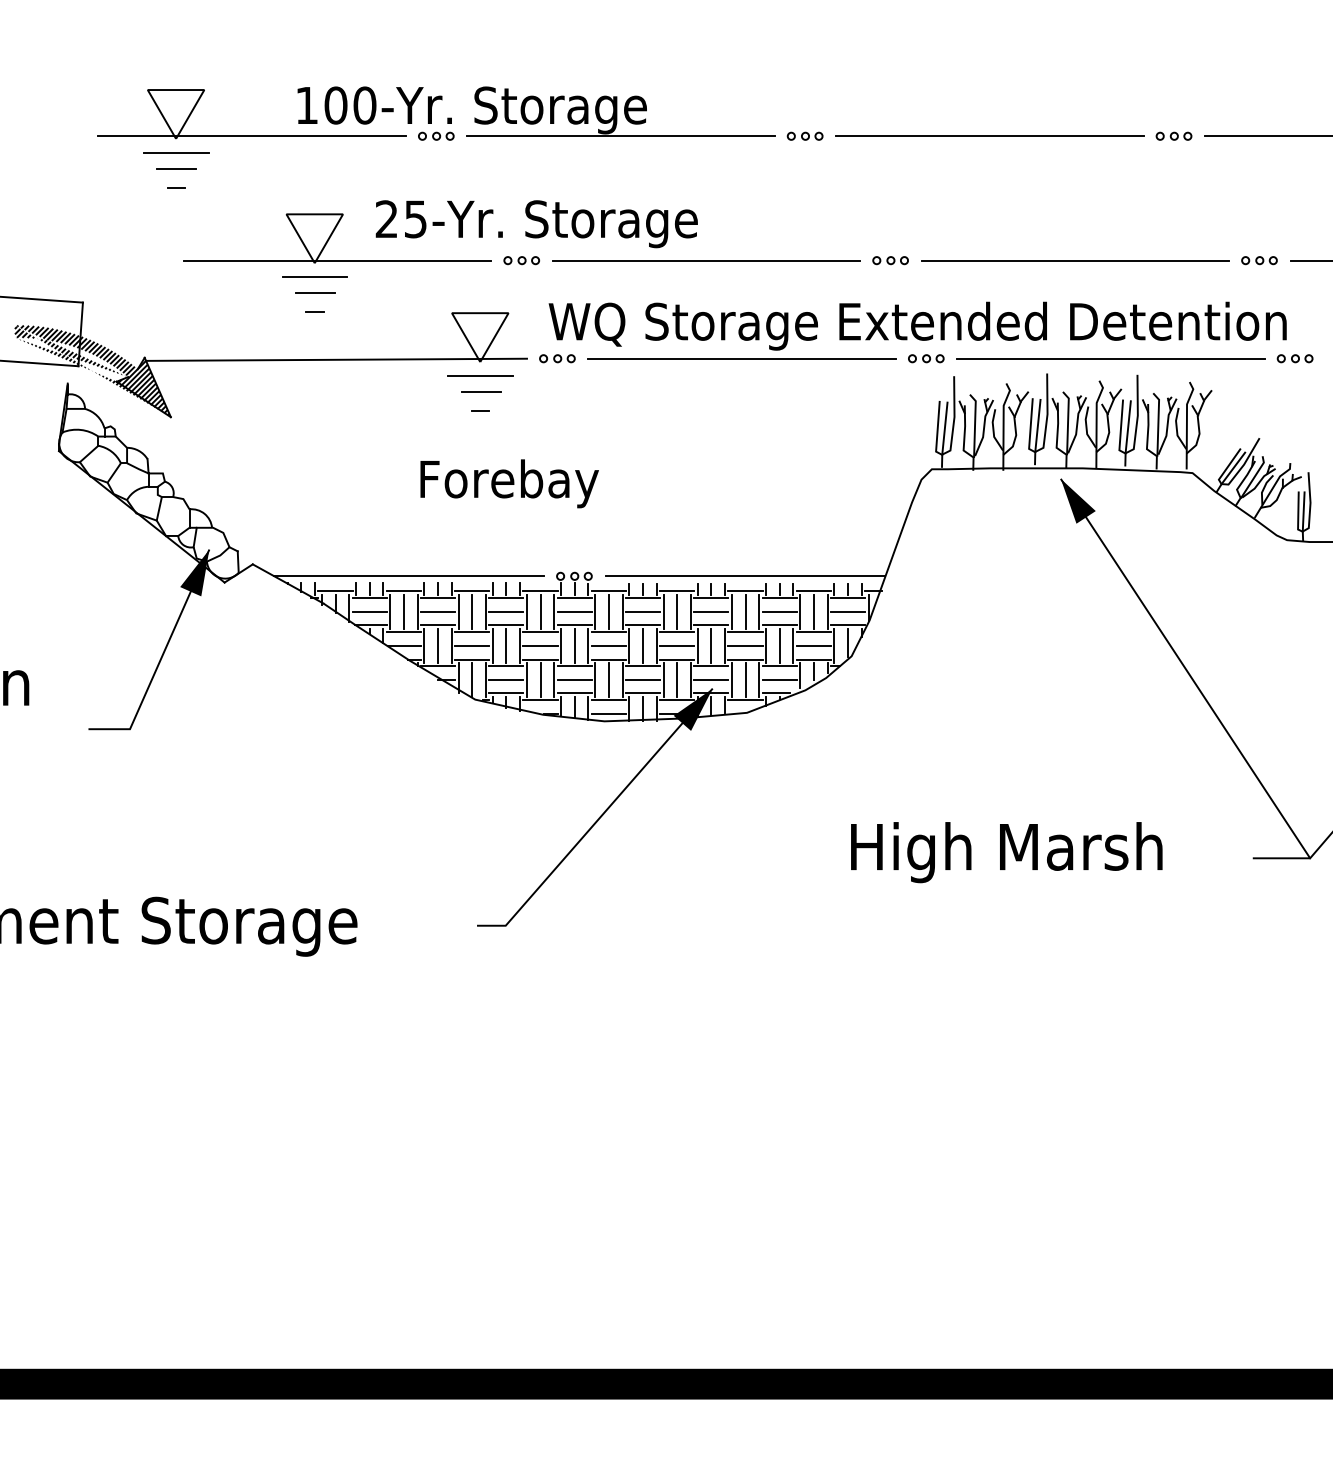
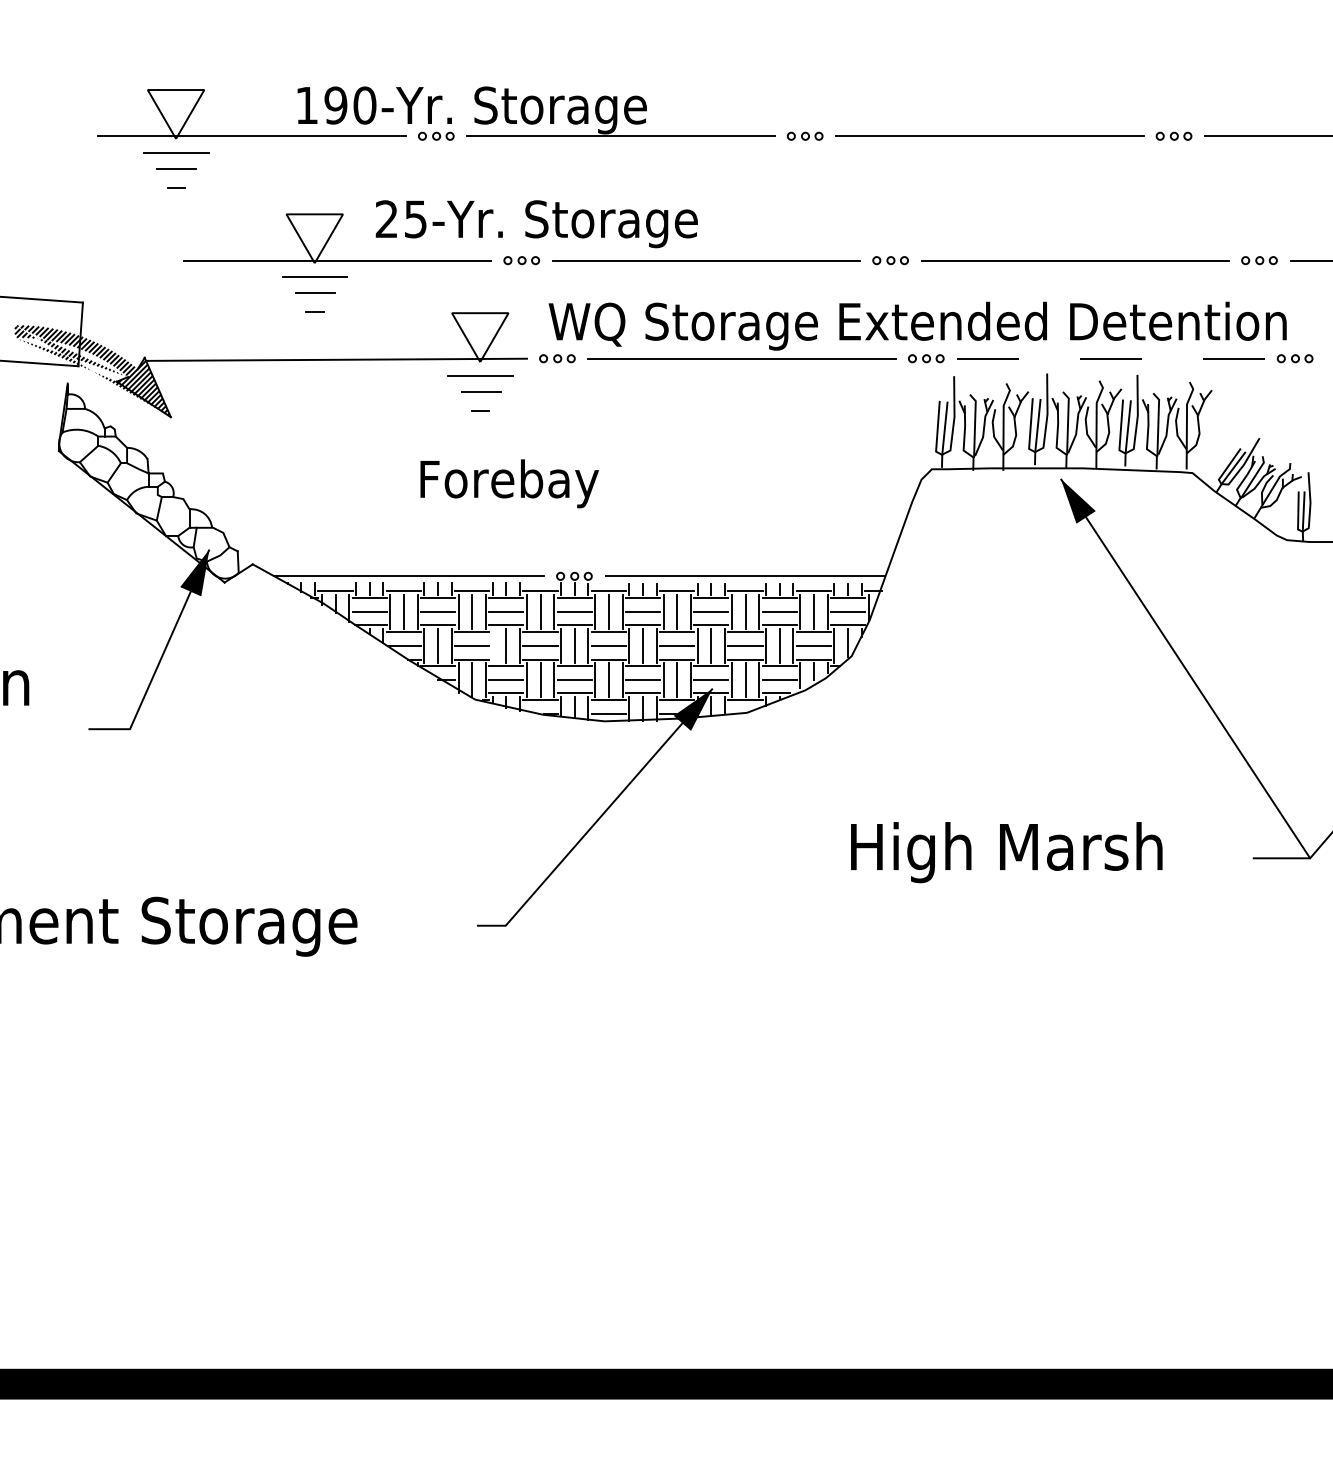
text at (335, 105): 100-Yr. -> 190-Yr.
line at (1111, 358): solid -> dashed
line at (492, 645): present -> none
